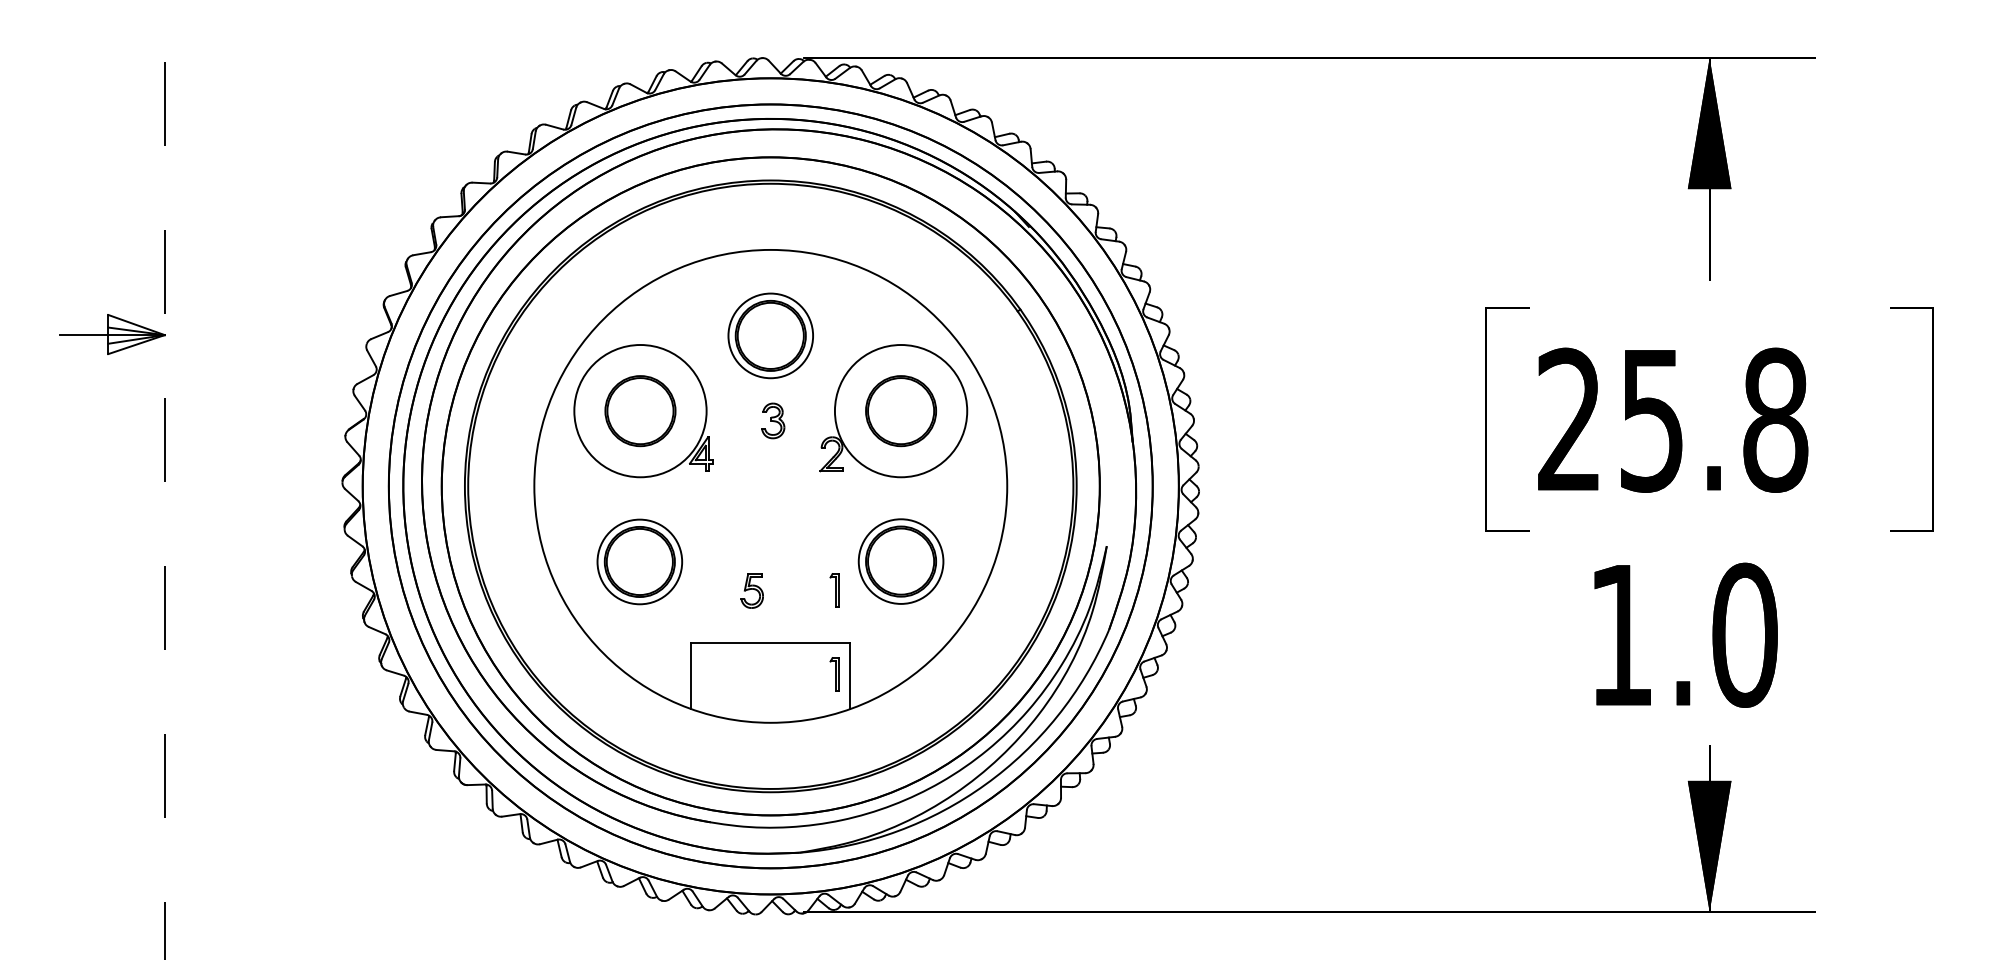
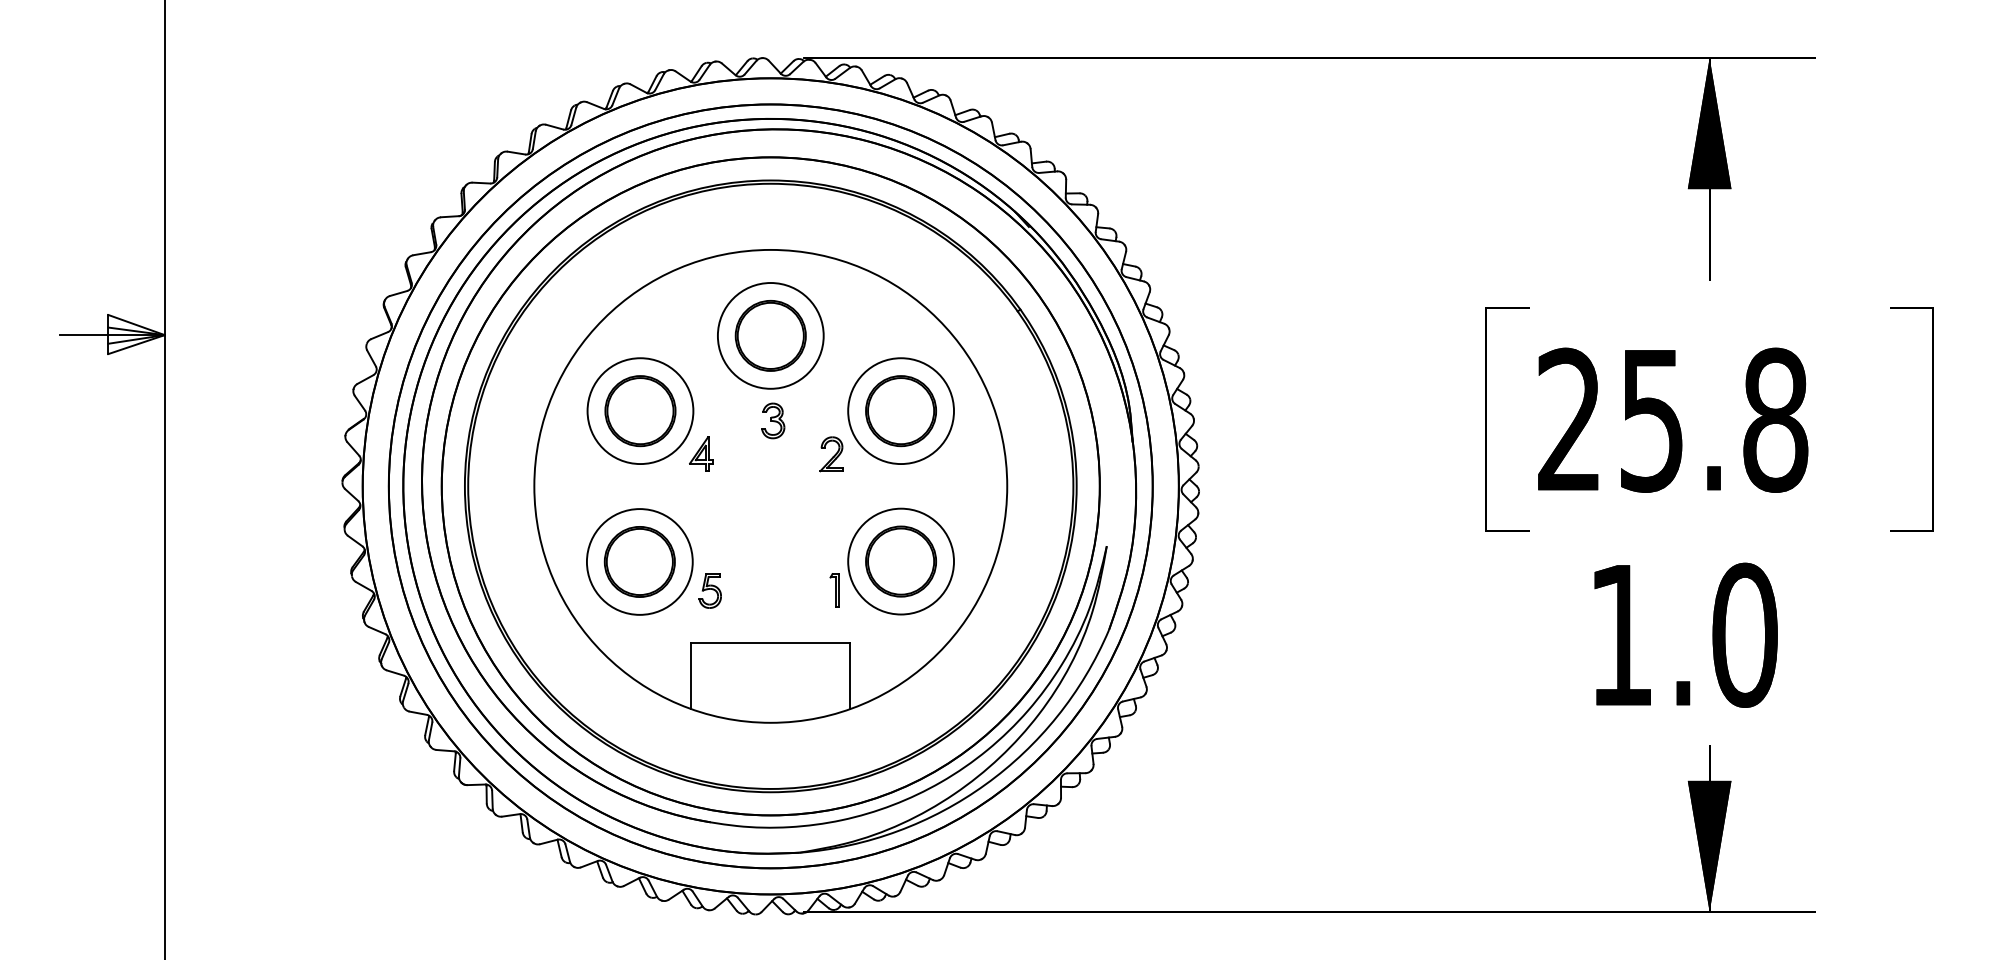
circle at (770, 335) diameter: 85 px -> 106 px
circle at (640, 411) diameter: 132 px -> 106 px
circle at (900, 411) diameter: 132 px -> 106 px
line at (164, 479): dashed -> solid
circle at (639, 561) diameter: 85 px -> 106 px
circle at (900, 561) diameter: 85 px -> 106 px
part at (751, 590) position: (751, 590) -> (709, 590)
part at (834, 674): present -> none
